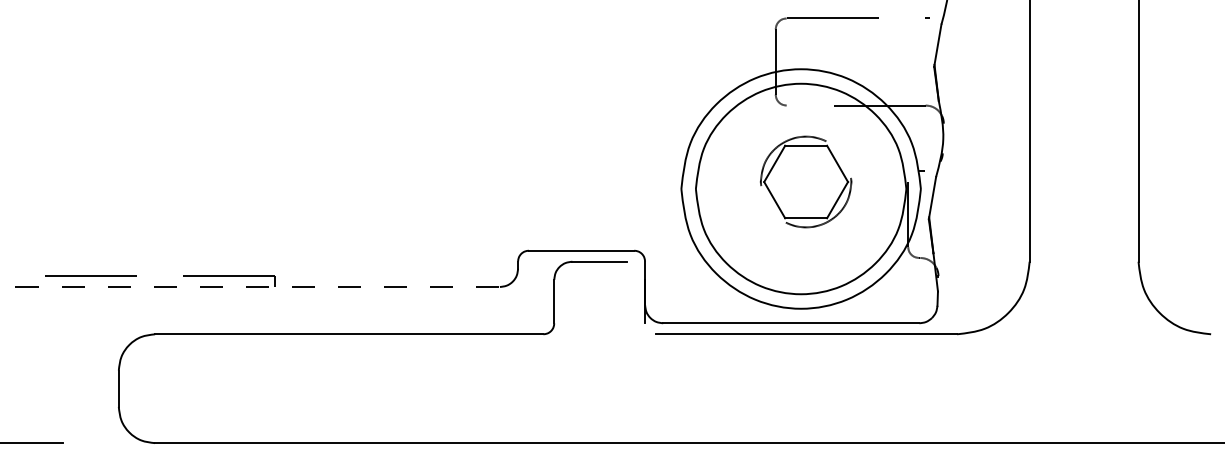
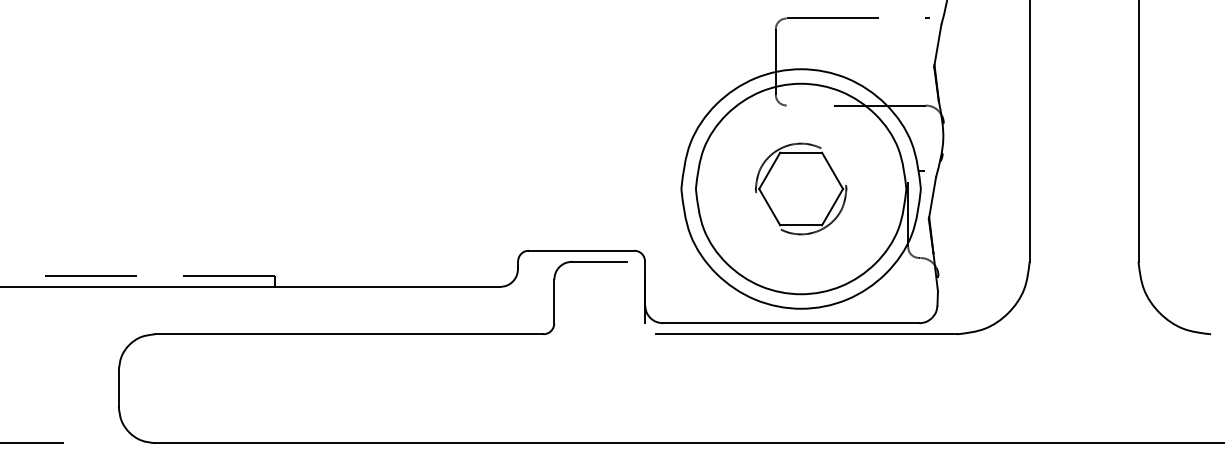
part at (806, 181) position: (806, 181) -> (801, 188)
line at (249, 287): dashed -> solid
